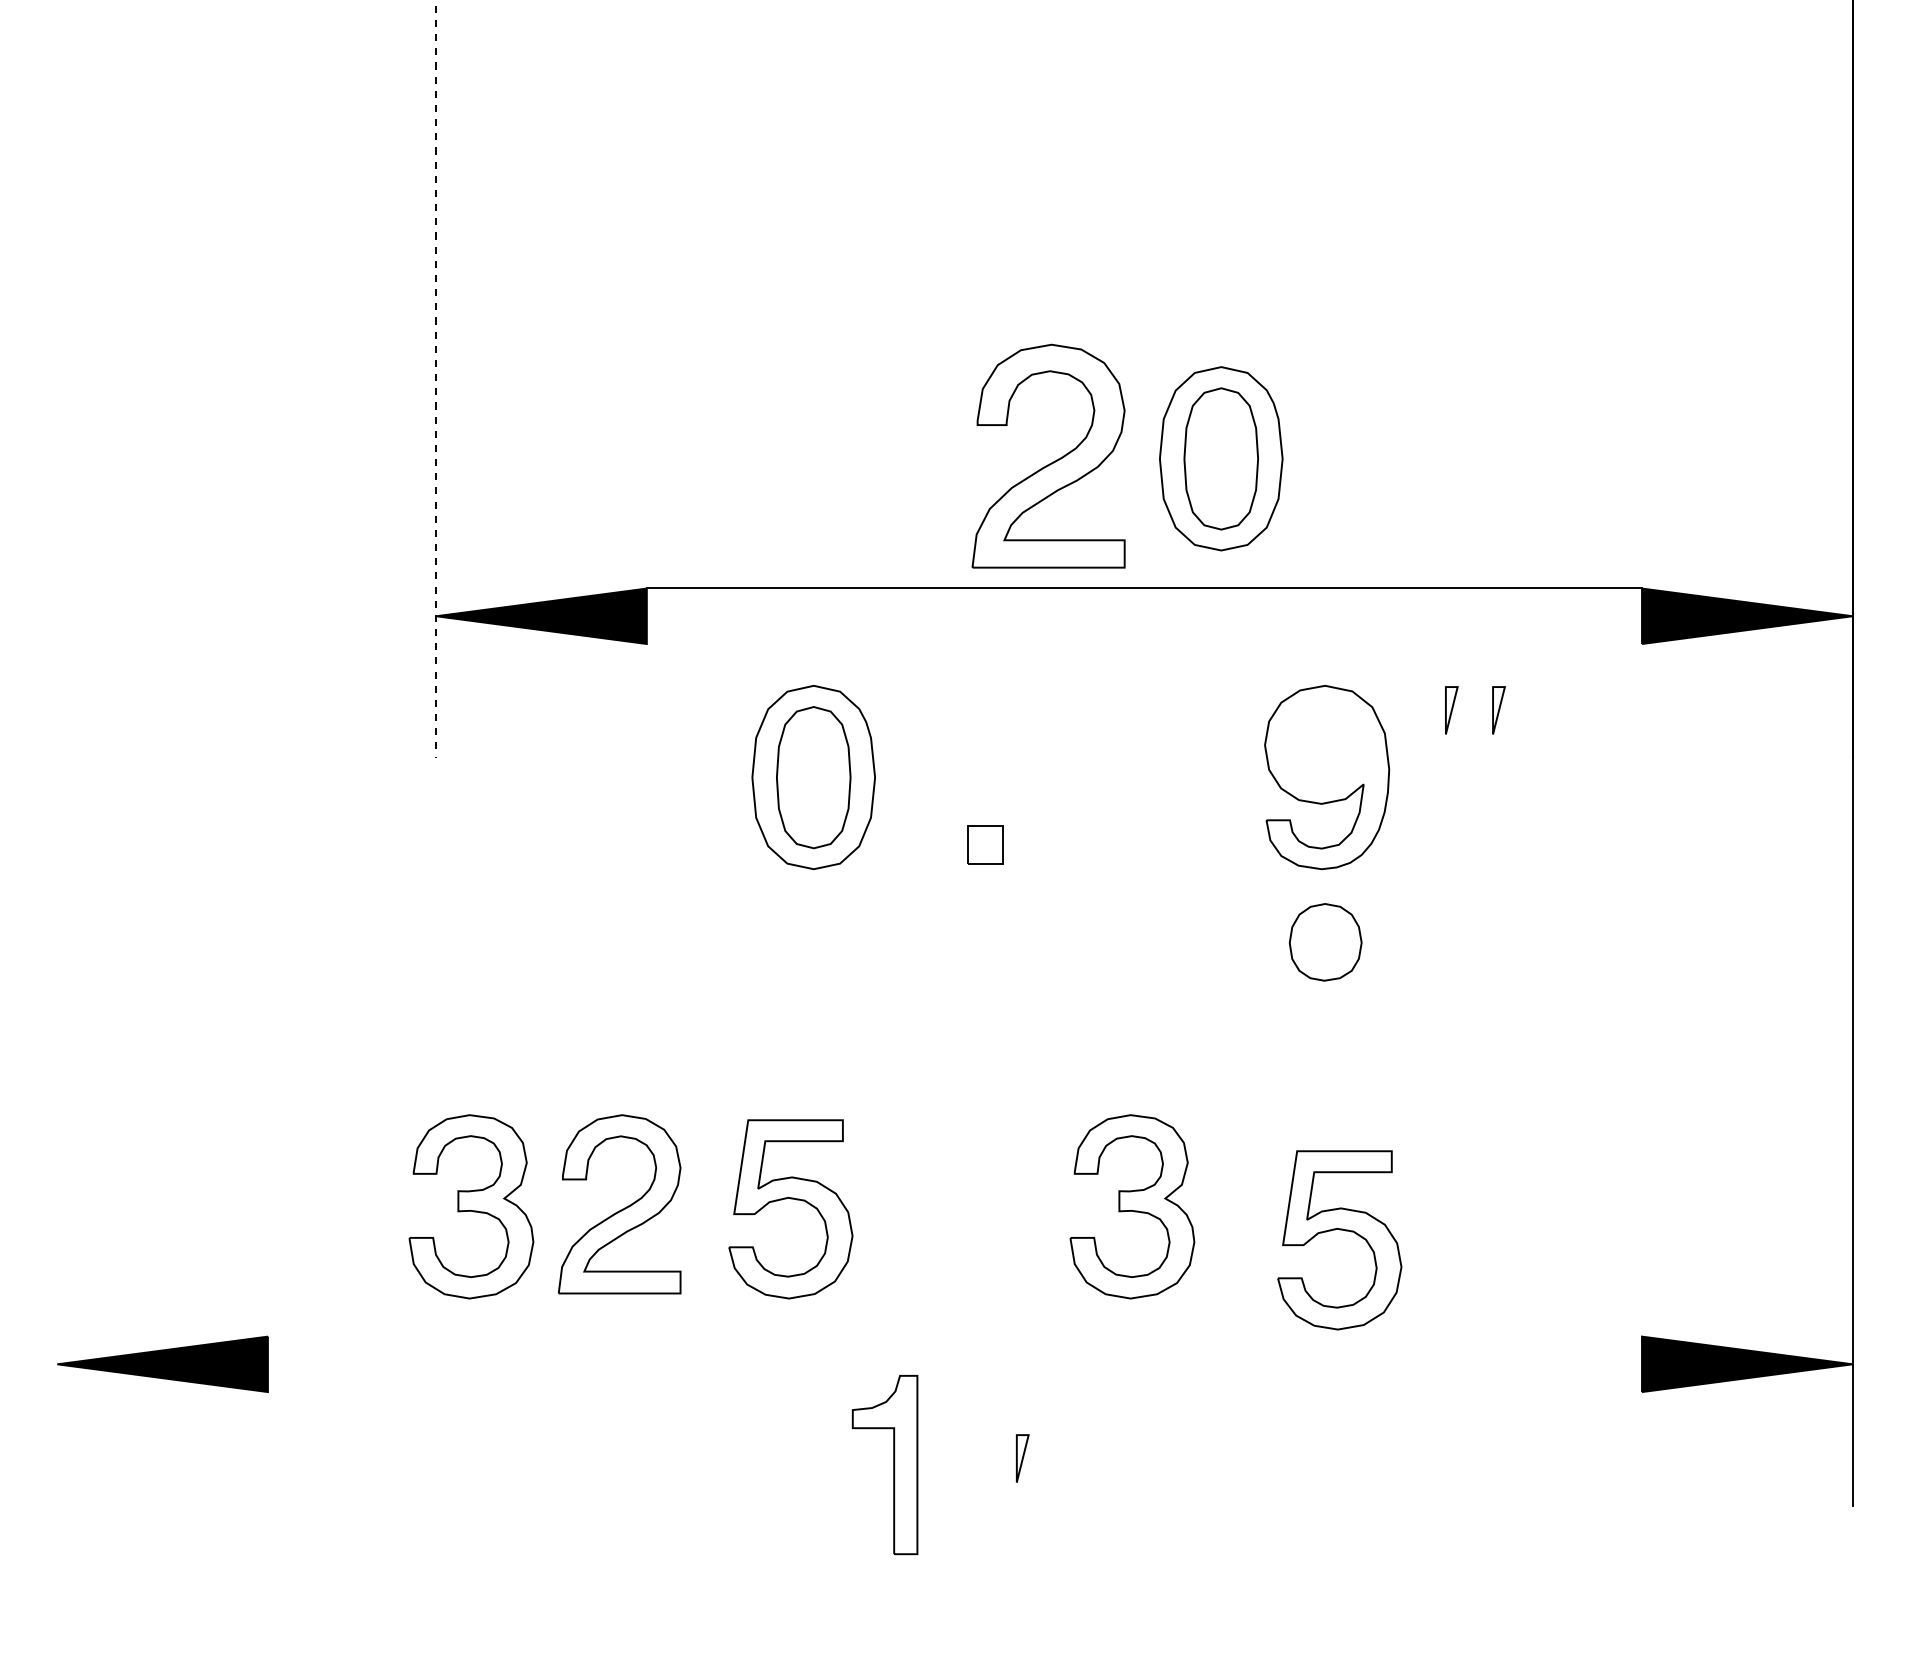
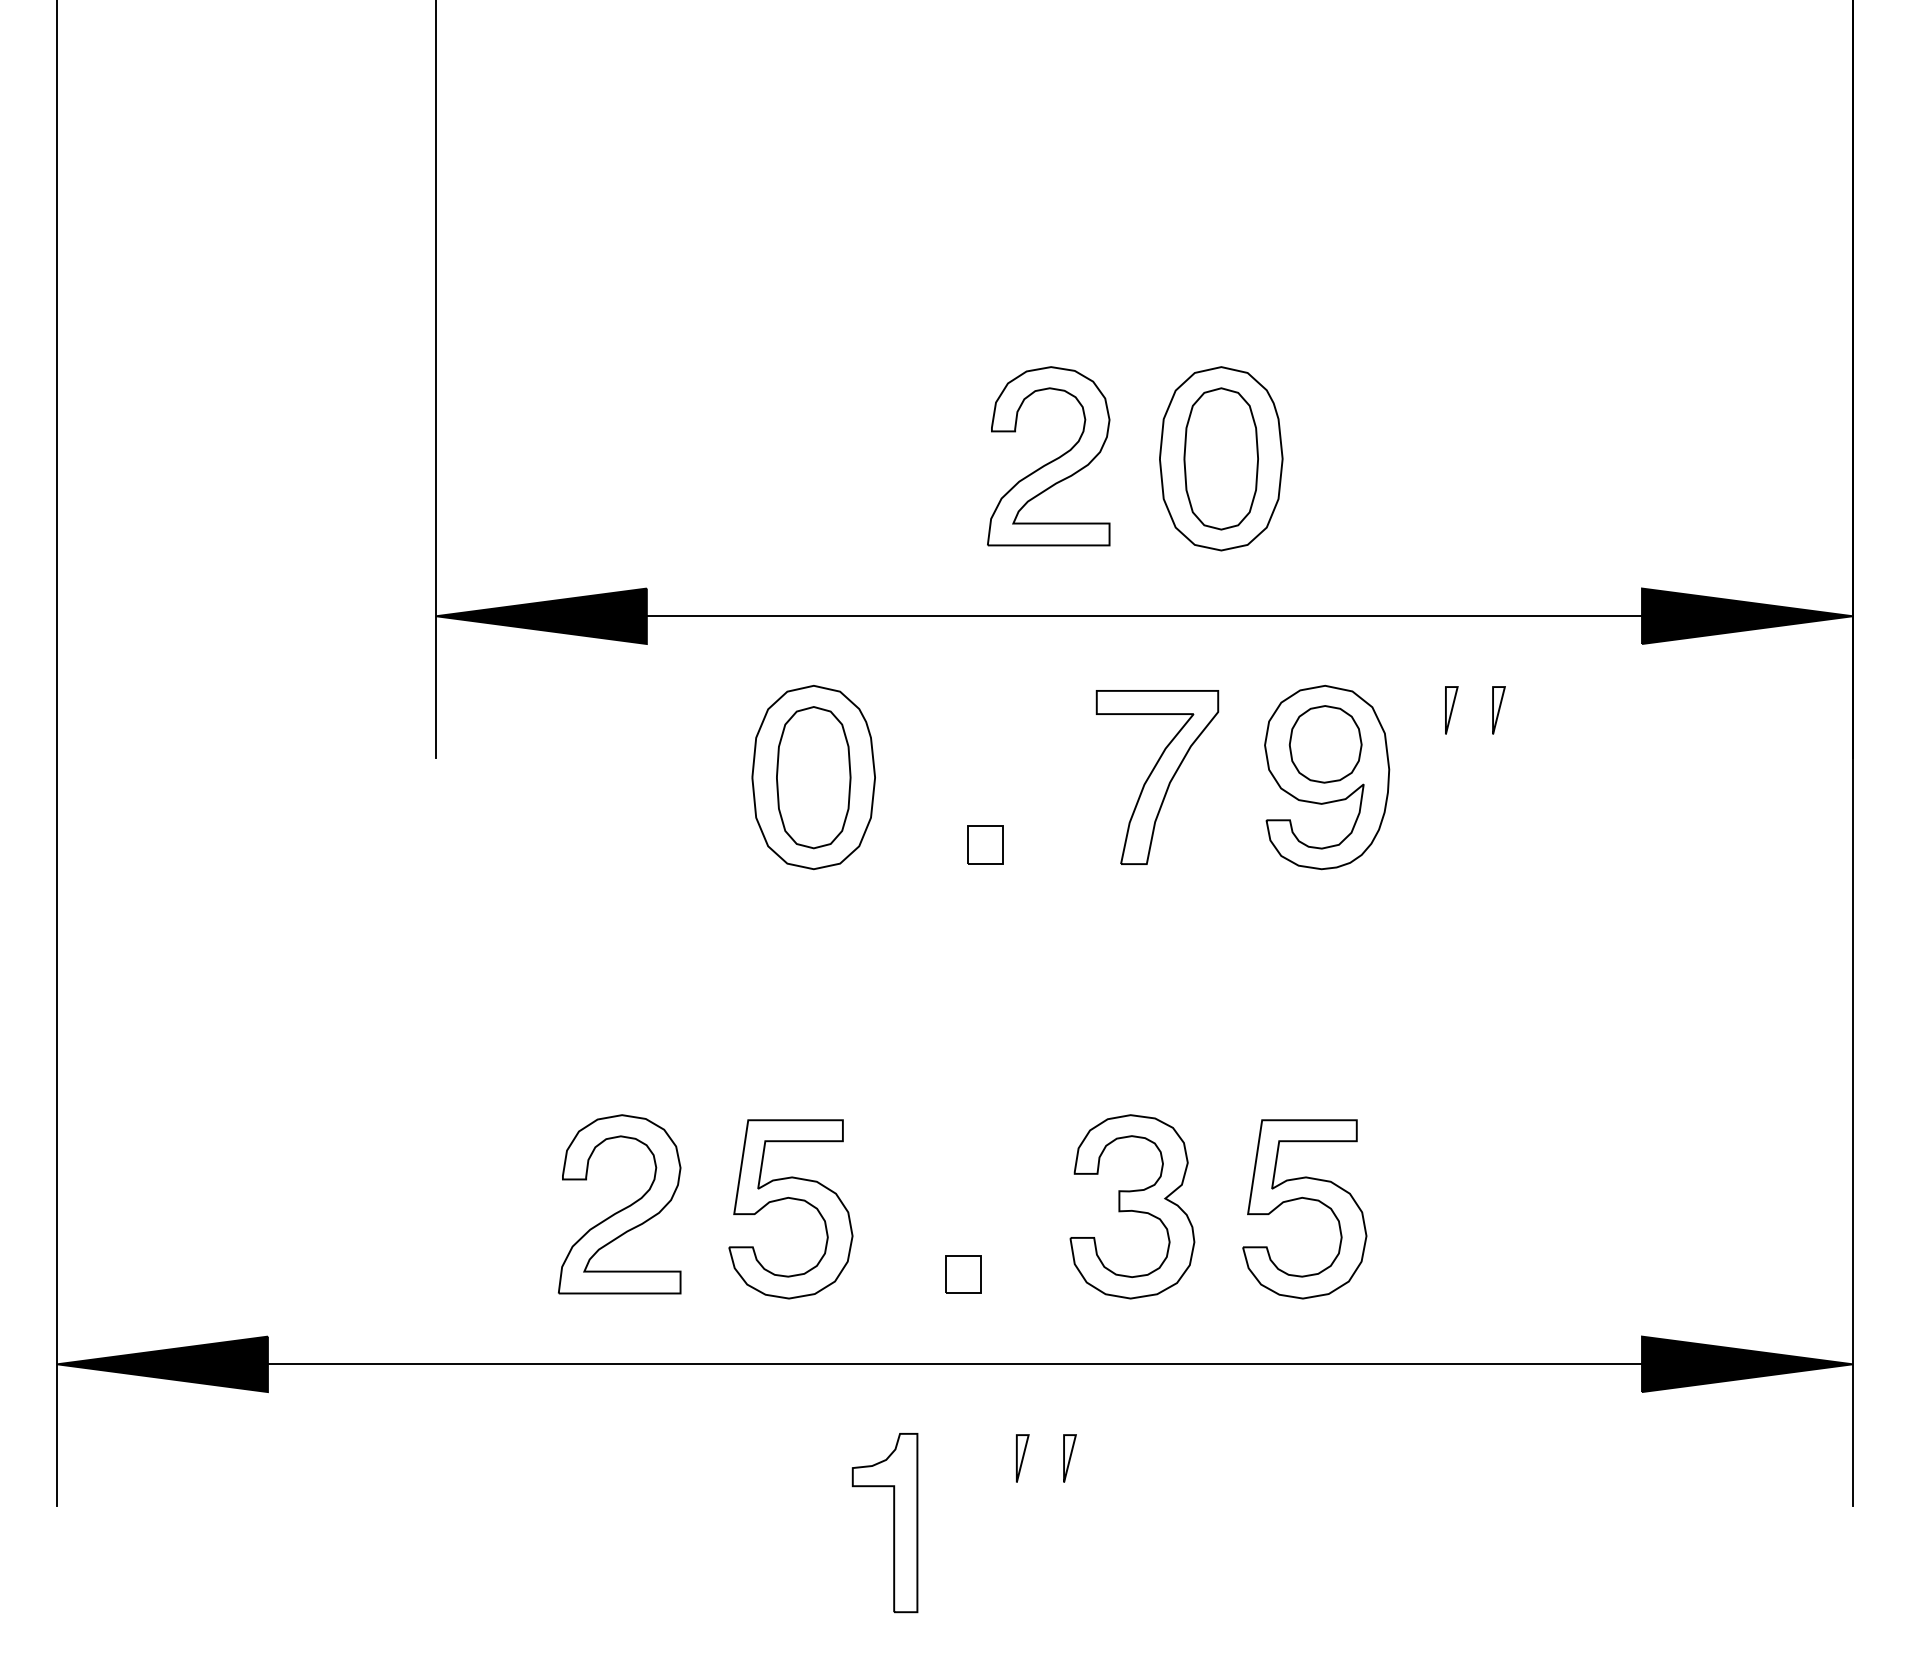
line at (436, 379): dashed -> solid
part at (1048, 455) size: 155x226 px -> 124x181 px
line at (1144, 588) position: (1144, 588) -> (1144, 616)
line at (57, 753): none -> present
part at (1157, 777): none -> present
part at (1325, 942) position: (1325, 942) -> (1325, 744)
part at (471, 1206): present -> none
part at (1339, 1230) position: (1339, 1230) -> (1304, 1199)
part at (963, 1274): none -> present
line at (954, 1364): none -> present
part at (1069, 1458): none -> present
part at (893, 1465) position: (893, 1465) -> (893, 1523)
